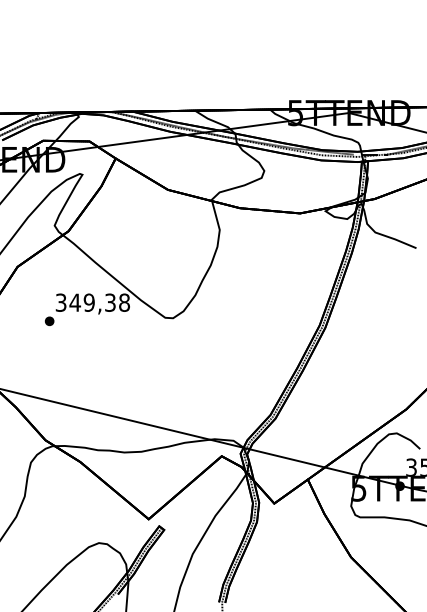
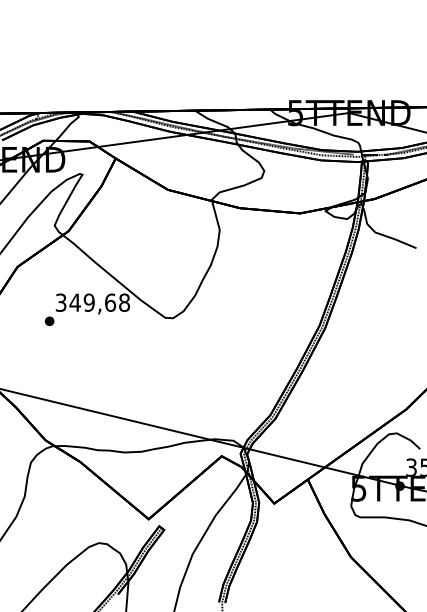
text at (110, 302): 349,38 -> 349,68
